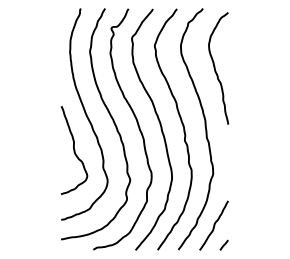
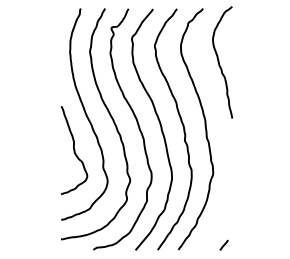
curve at (216, 70) position: (216, 70) -> (220, 64)
curve at (213, 225): present -> none
